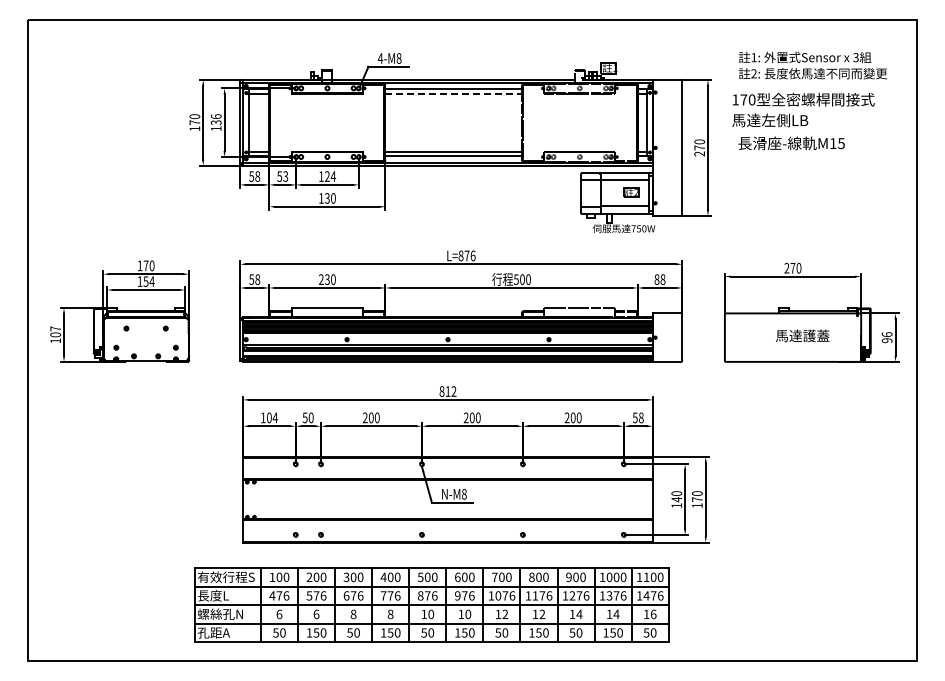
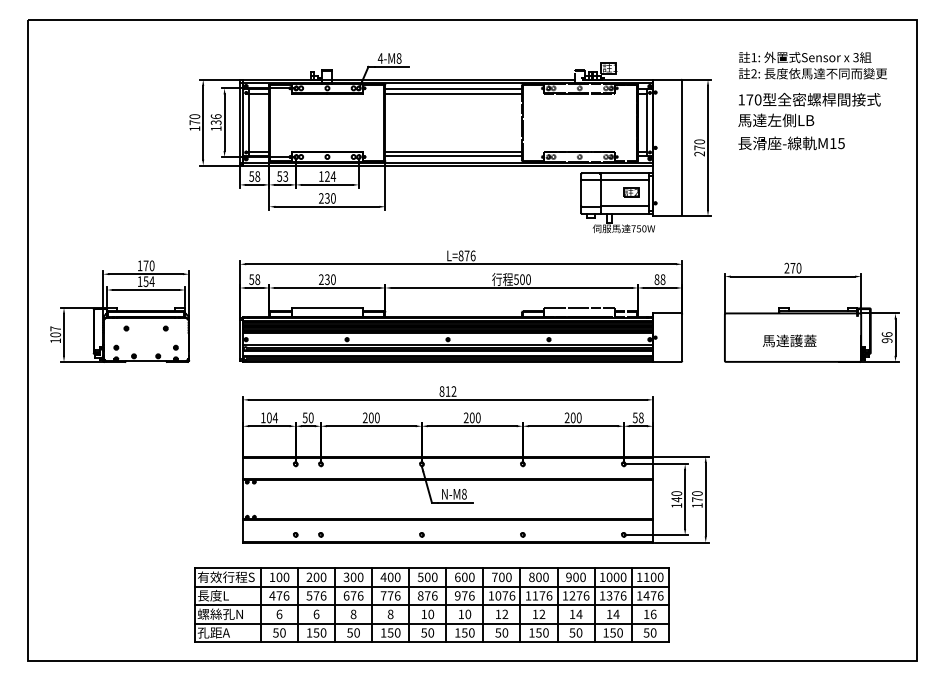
line at (454, 93): dashed -> solid
text at (803, 109) position: (803, 109) -> (809, 109)
text at (321, 198): 130 -> 230
text at (802, 335) position: (802, 335) -> (789, 340)
